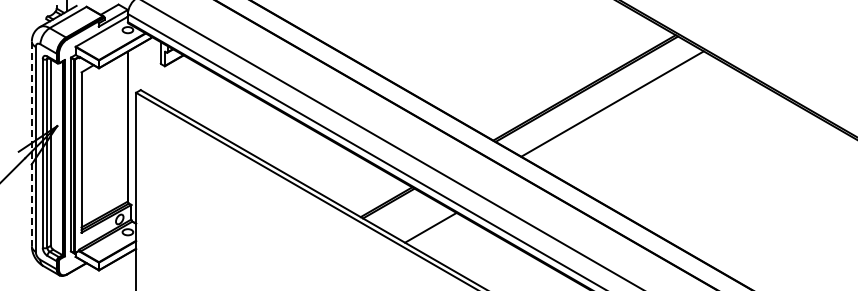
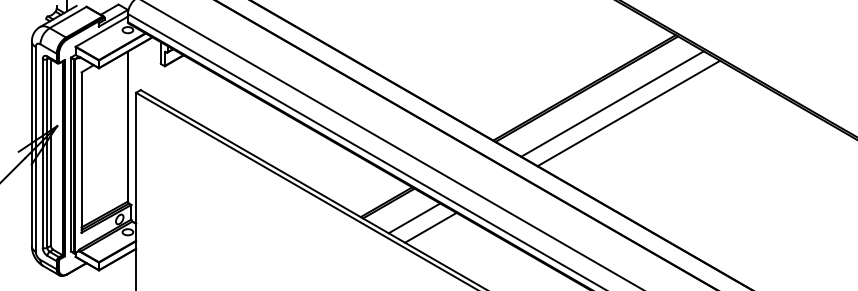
line at (628, 113): none -> present
line at (31, 144): dashed -> solid
line at (414, 218): none -> present
